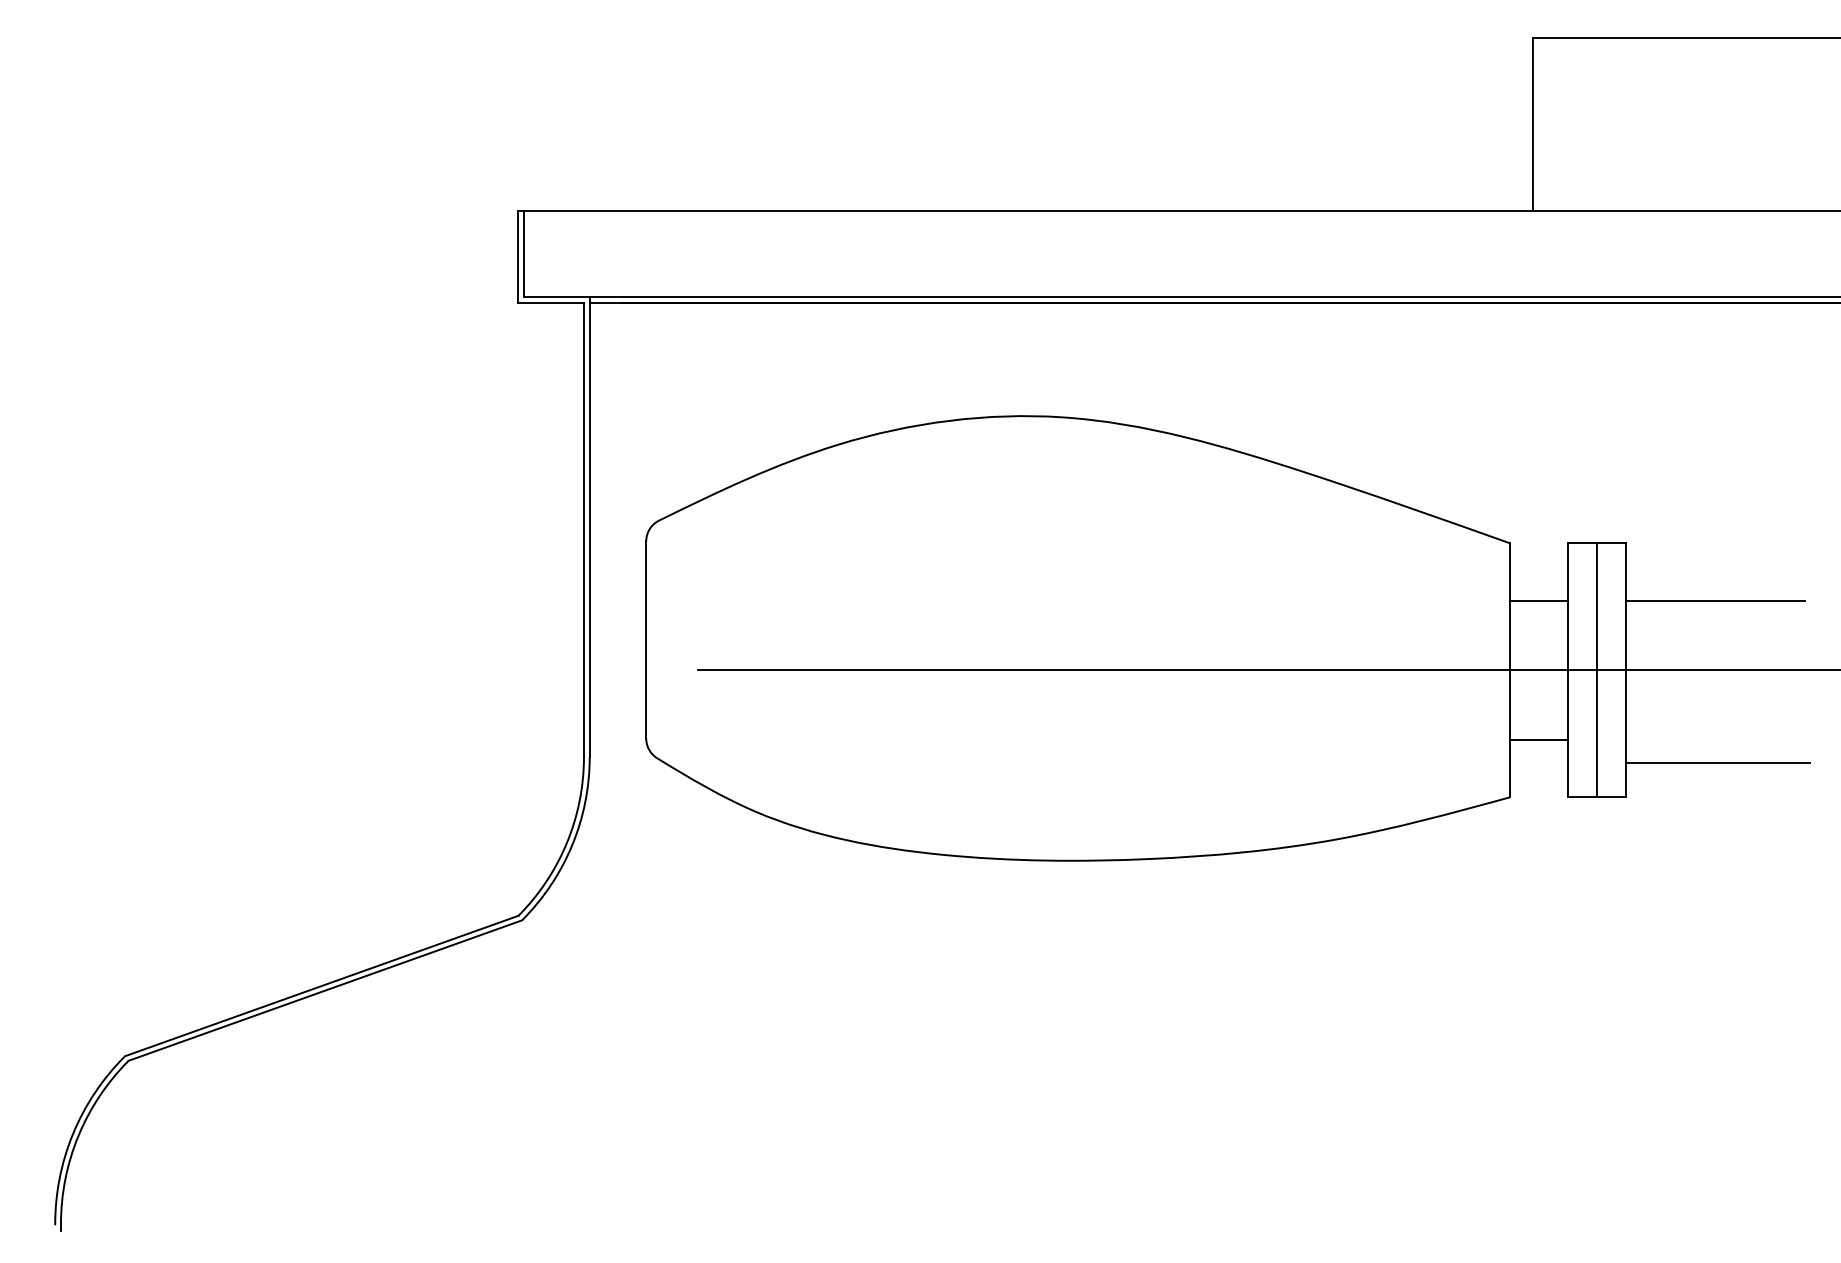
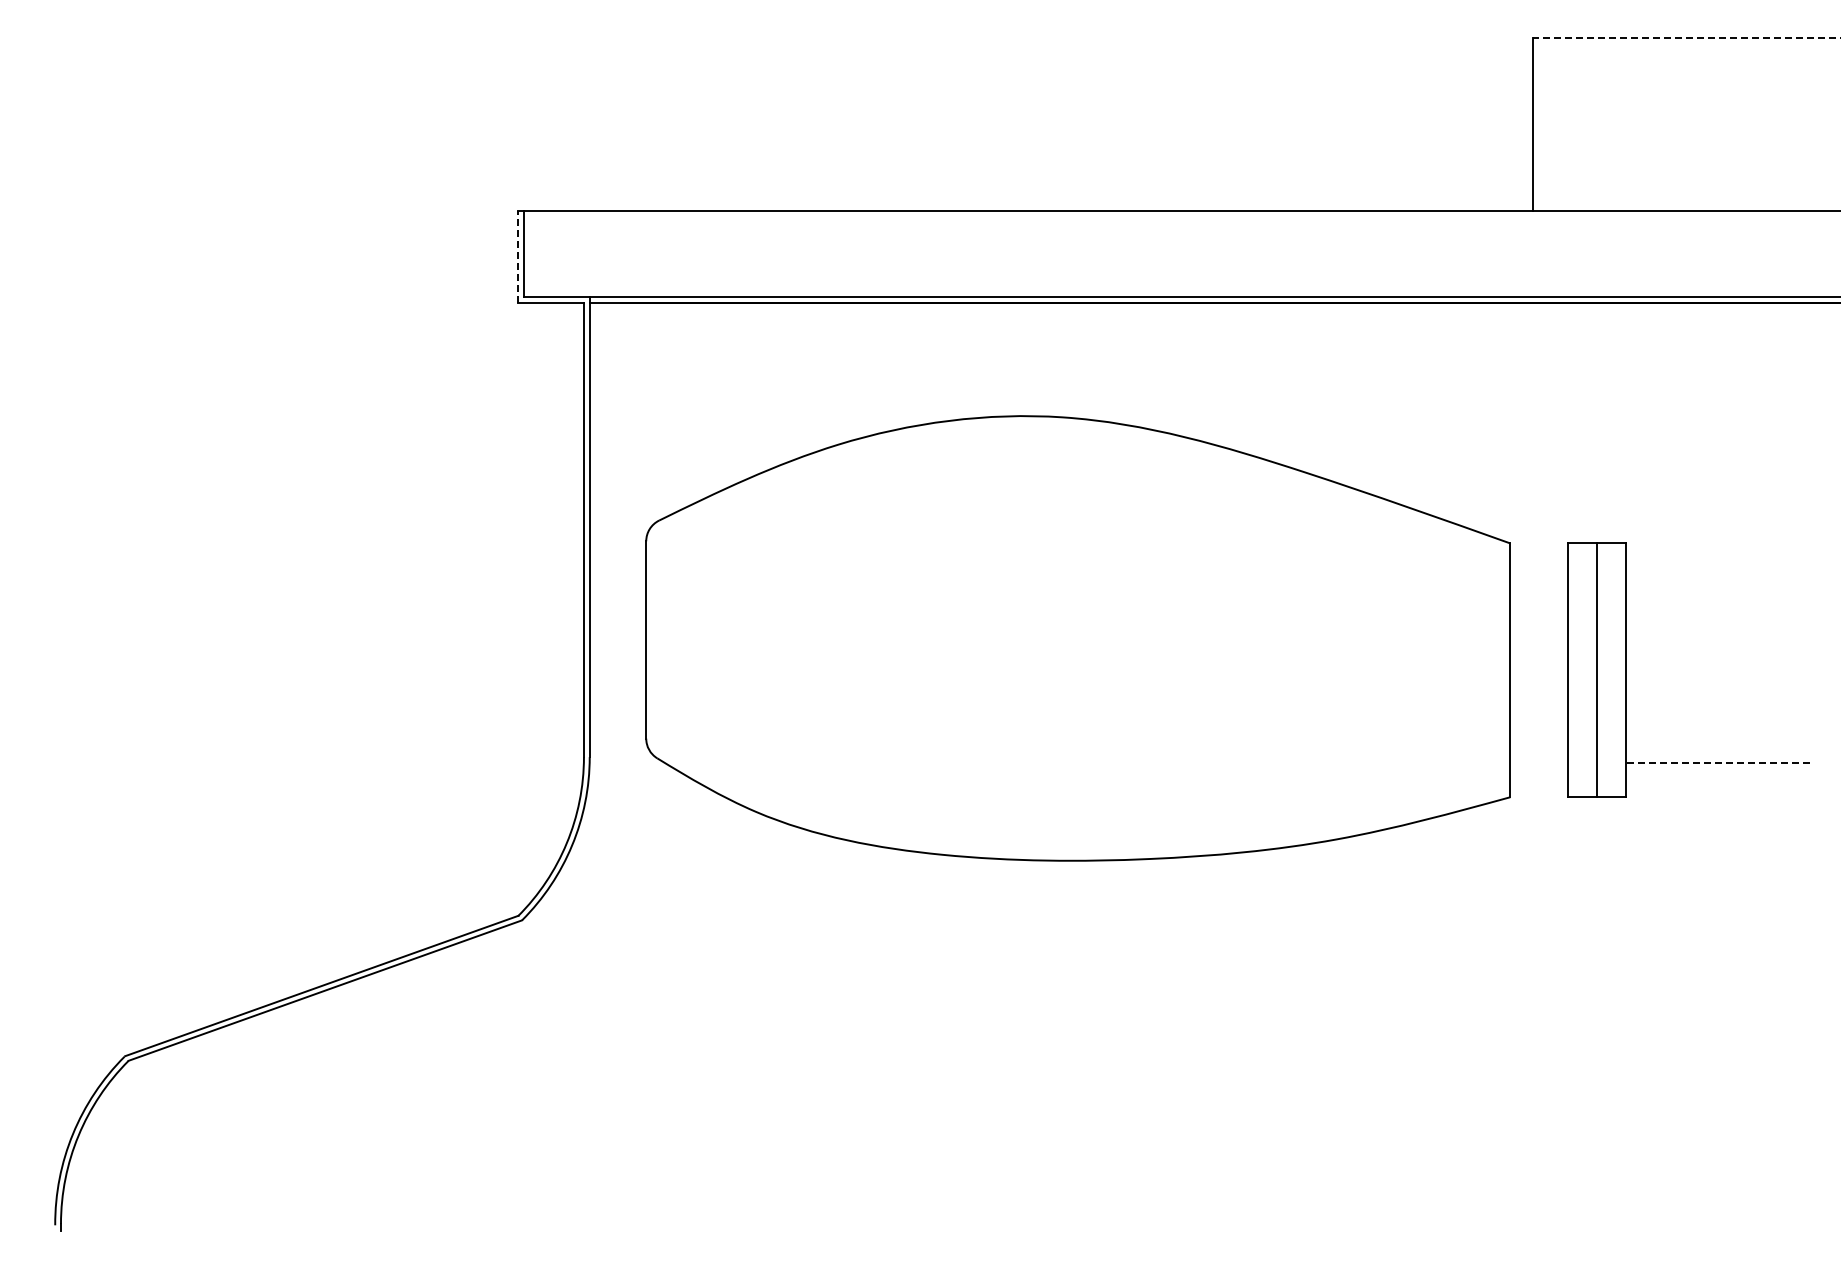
line at (1686, 37): solid -> dashed
line at (518, 256): solid -> dashed
line at (1538, 601): present -> none
line at (1714, 601): present -> none
line at (1267, 670): present -> none
line at (1538, 739): present -> none
line at (1717, 762): solid -> dashed
